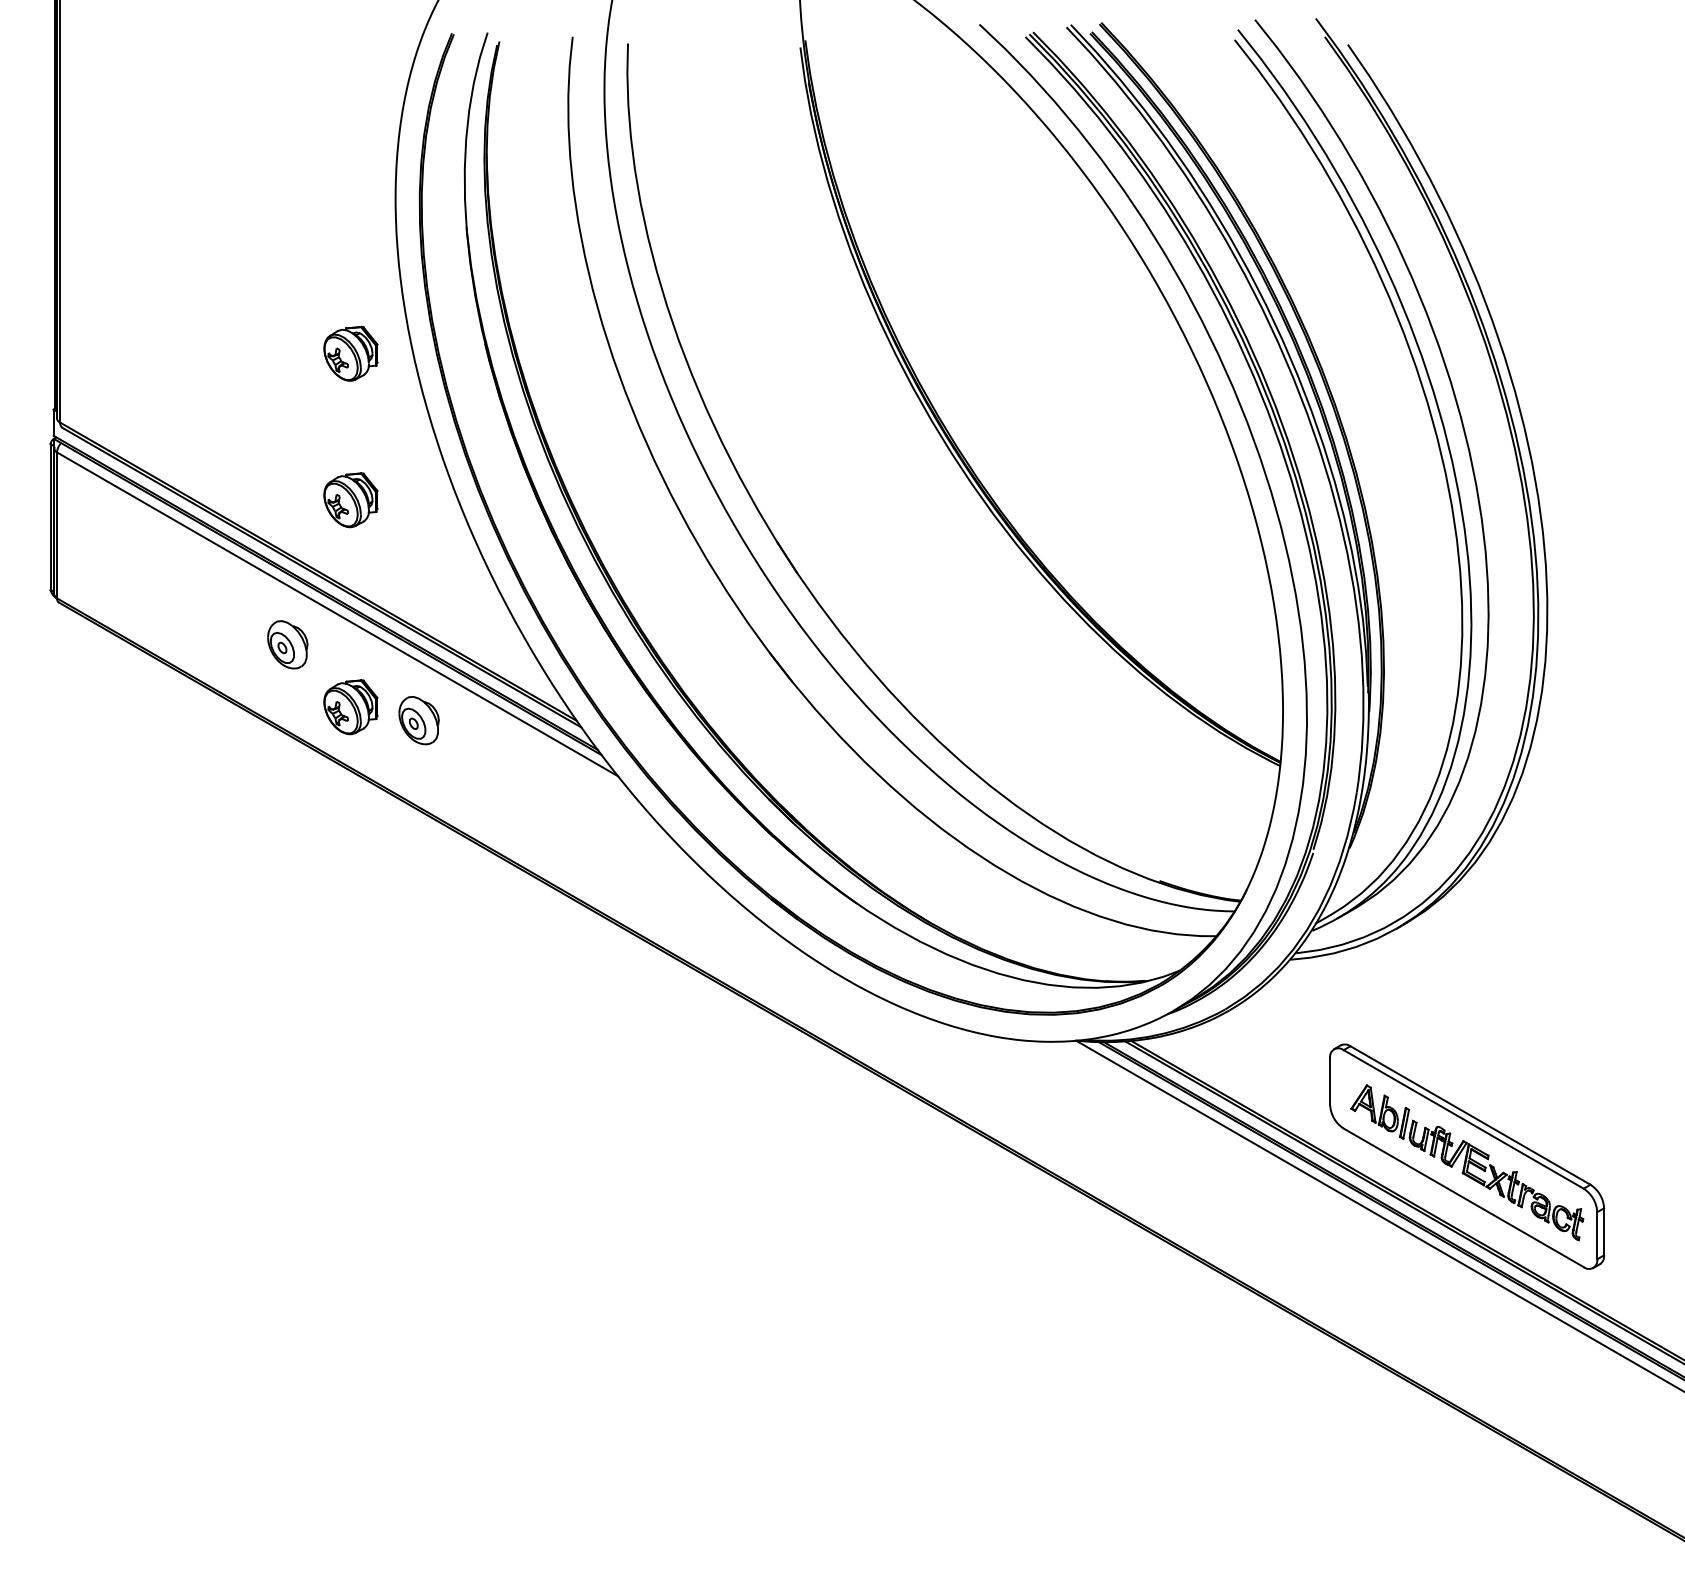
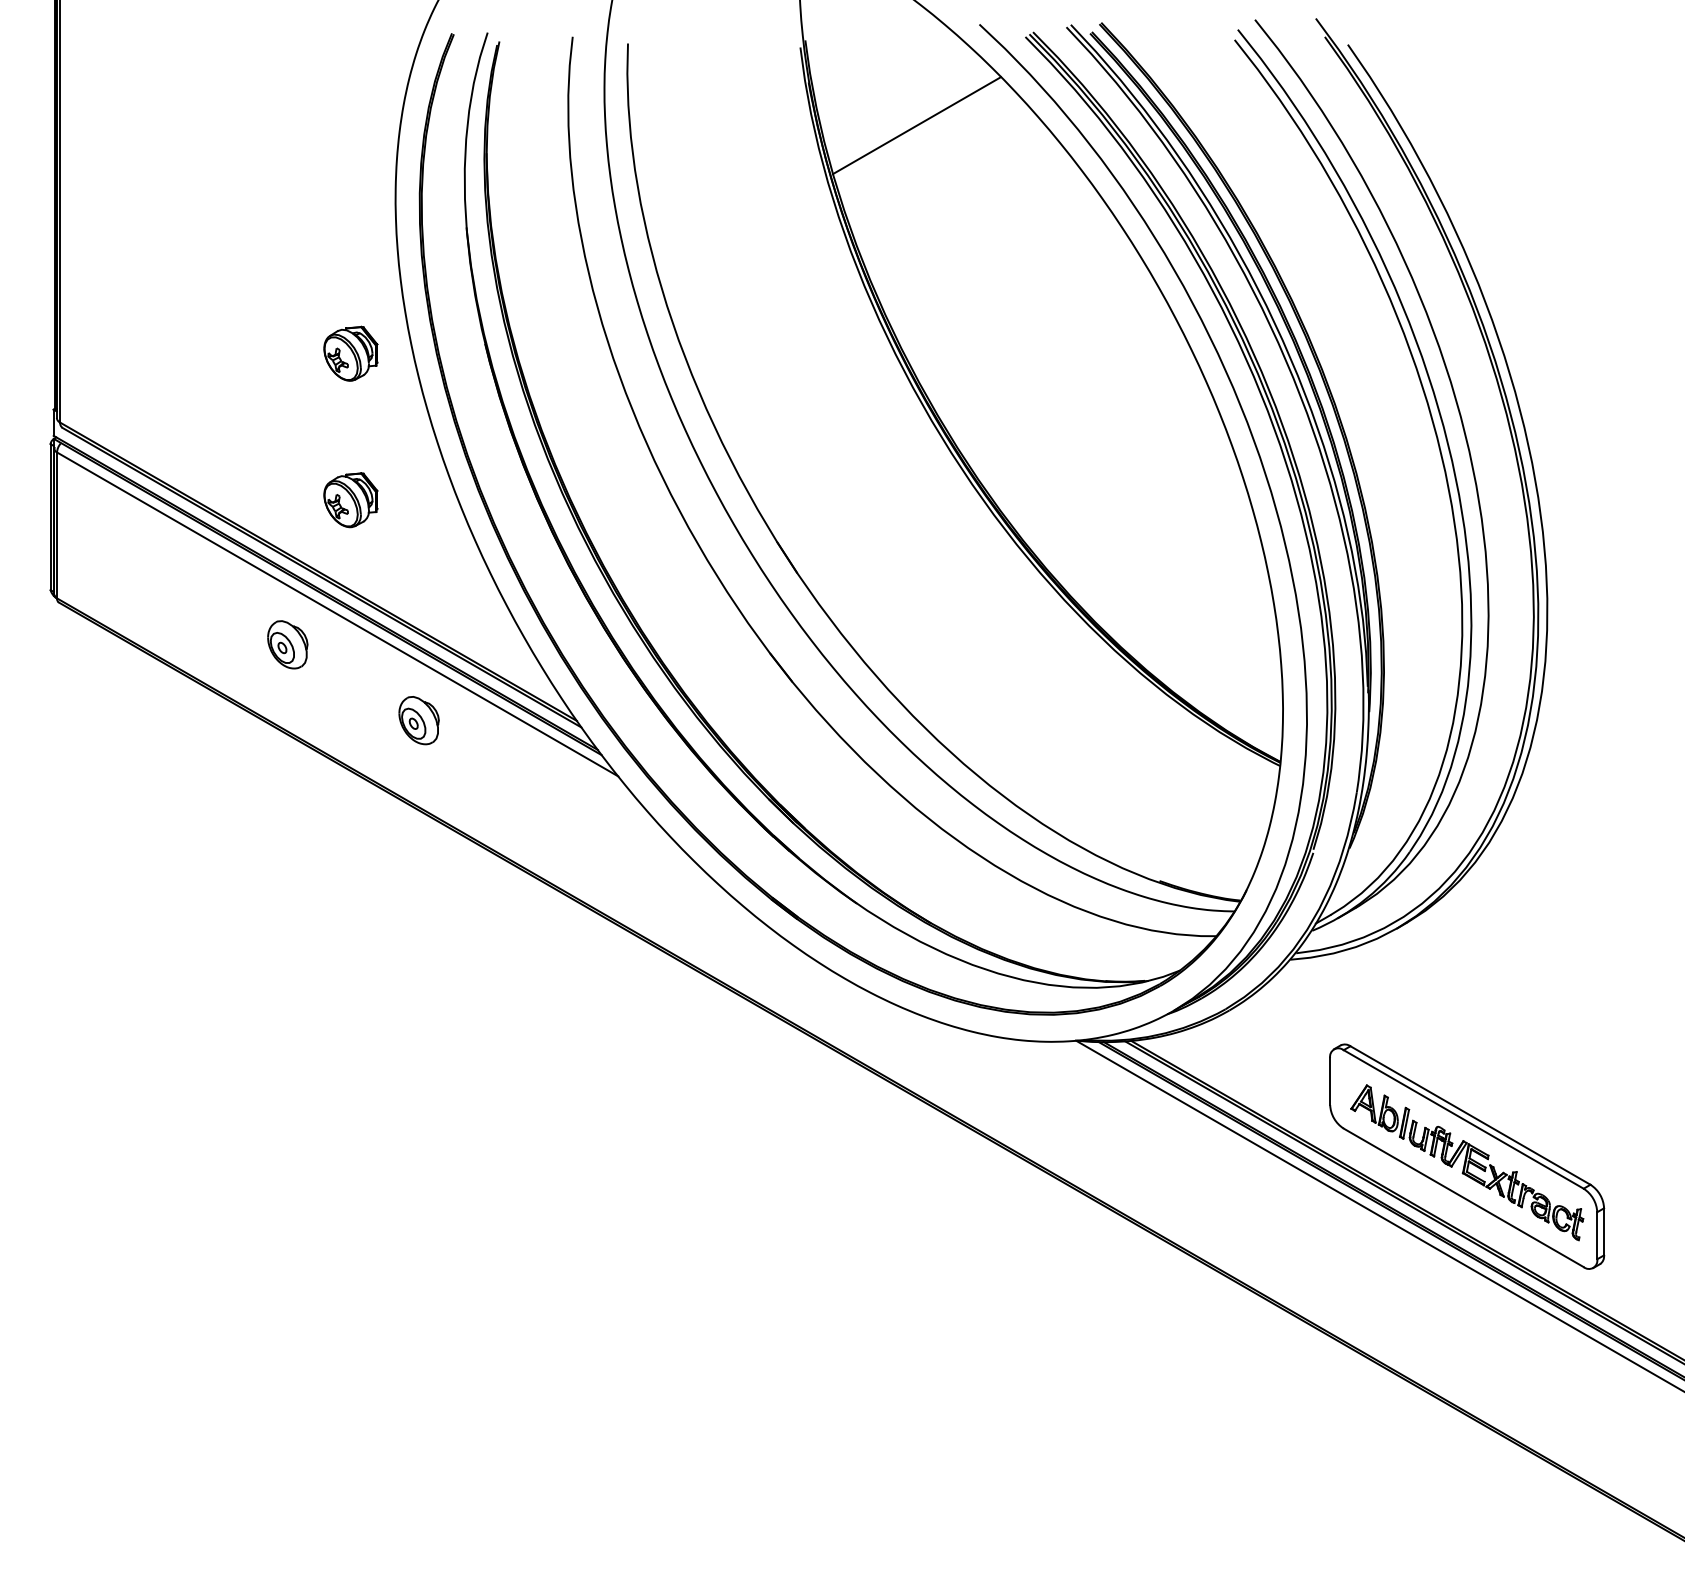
line at (916, 125): none -> present
part at (350, 707): present -> none
